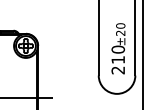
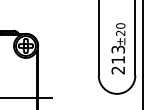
text at (117, 49): 210 -> 213
